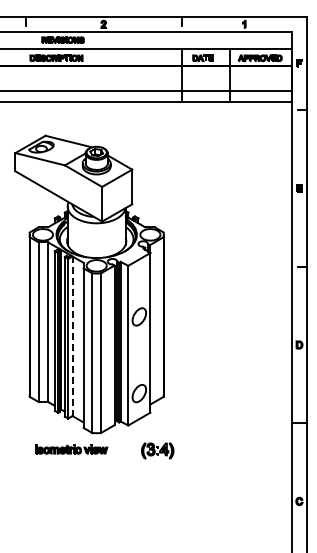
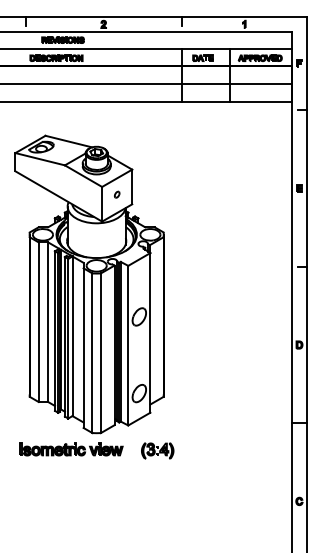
line at (146, 90) position: (146, 90) -> (146, 83)
part at (117, 194): none -> present
line at (72, 336): dashed -> solid
part at (71, 449) size: 74x11 px -> 105x15 px
